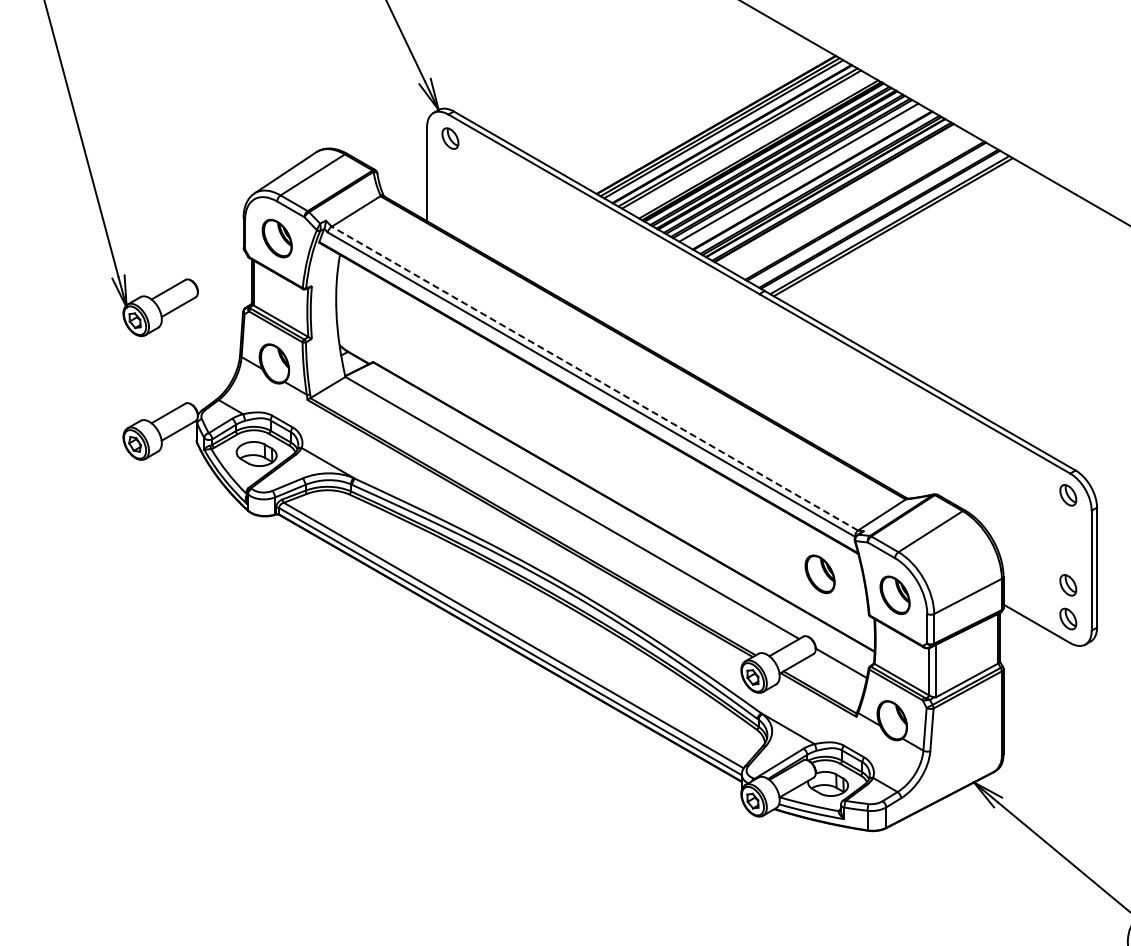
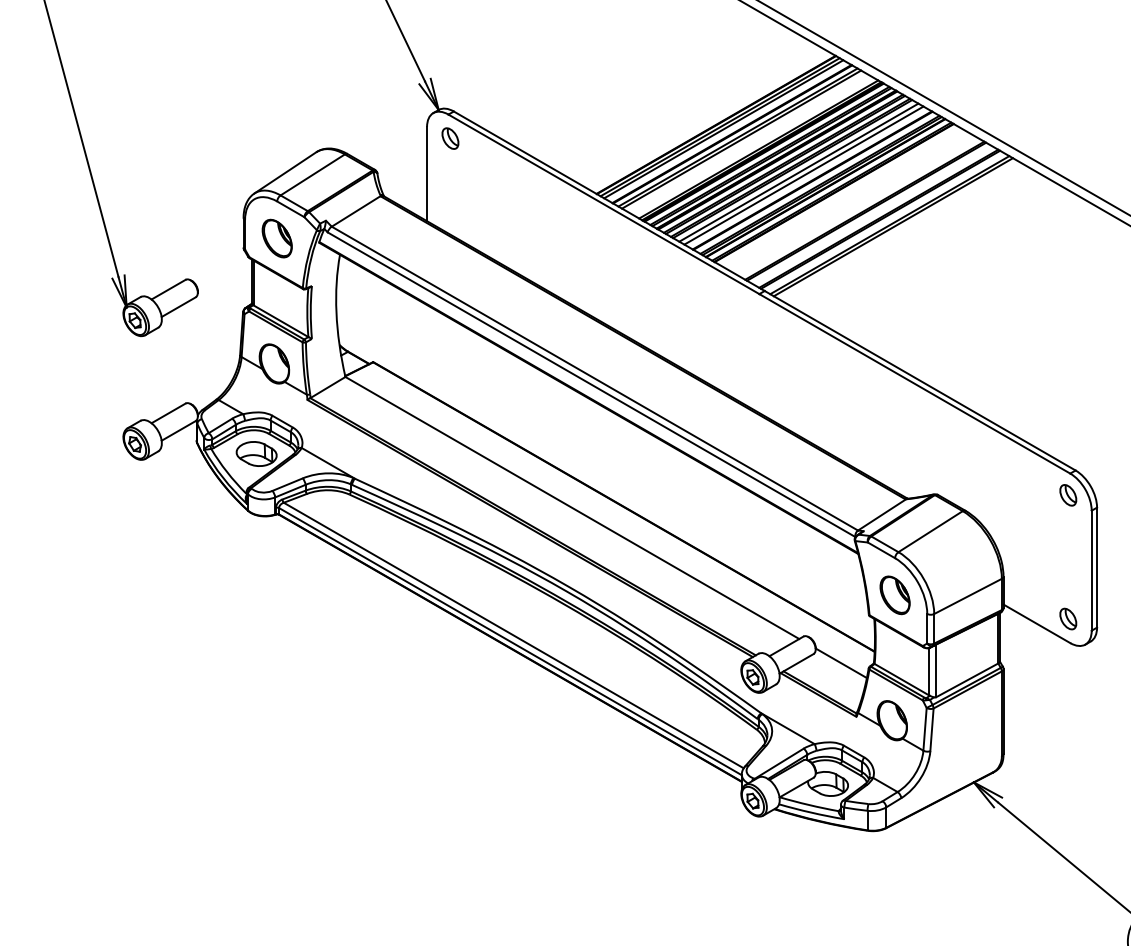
line at (943, 108): none -> present
line at (803, 175): none -> present
line at (594, 378): dashed -> solid
part at (819, 574): present -> none
part at (1068, 585): present -> none
